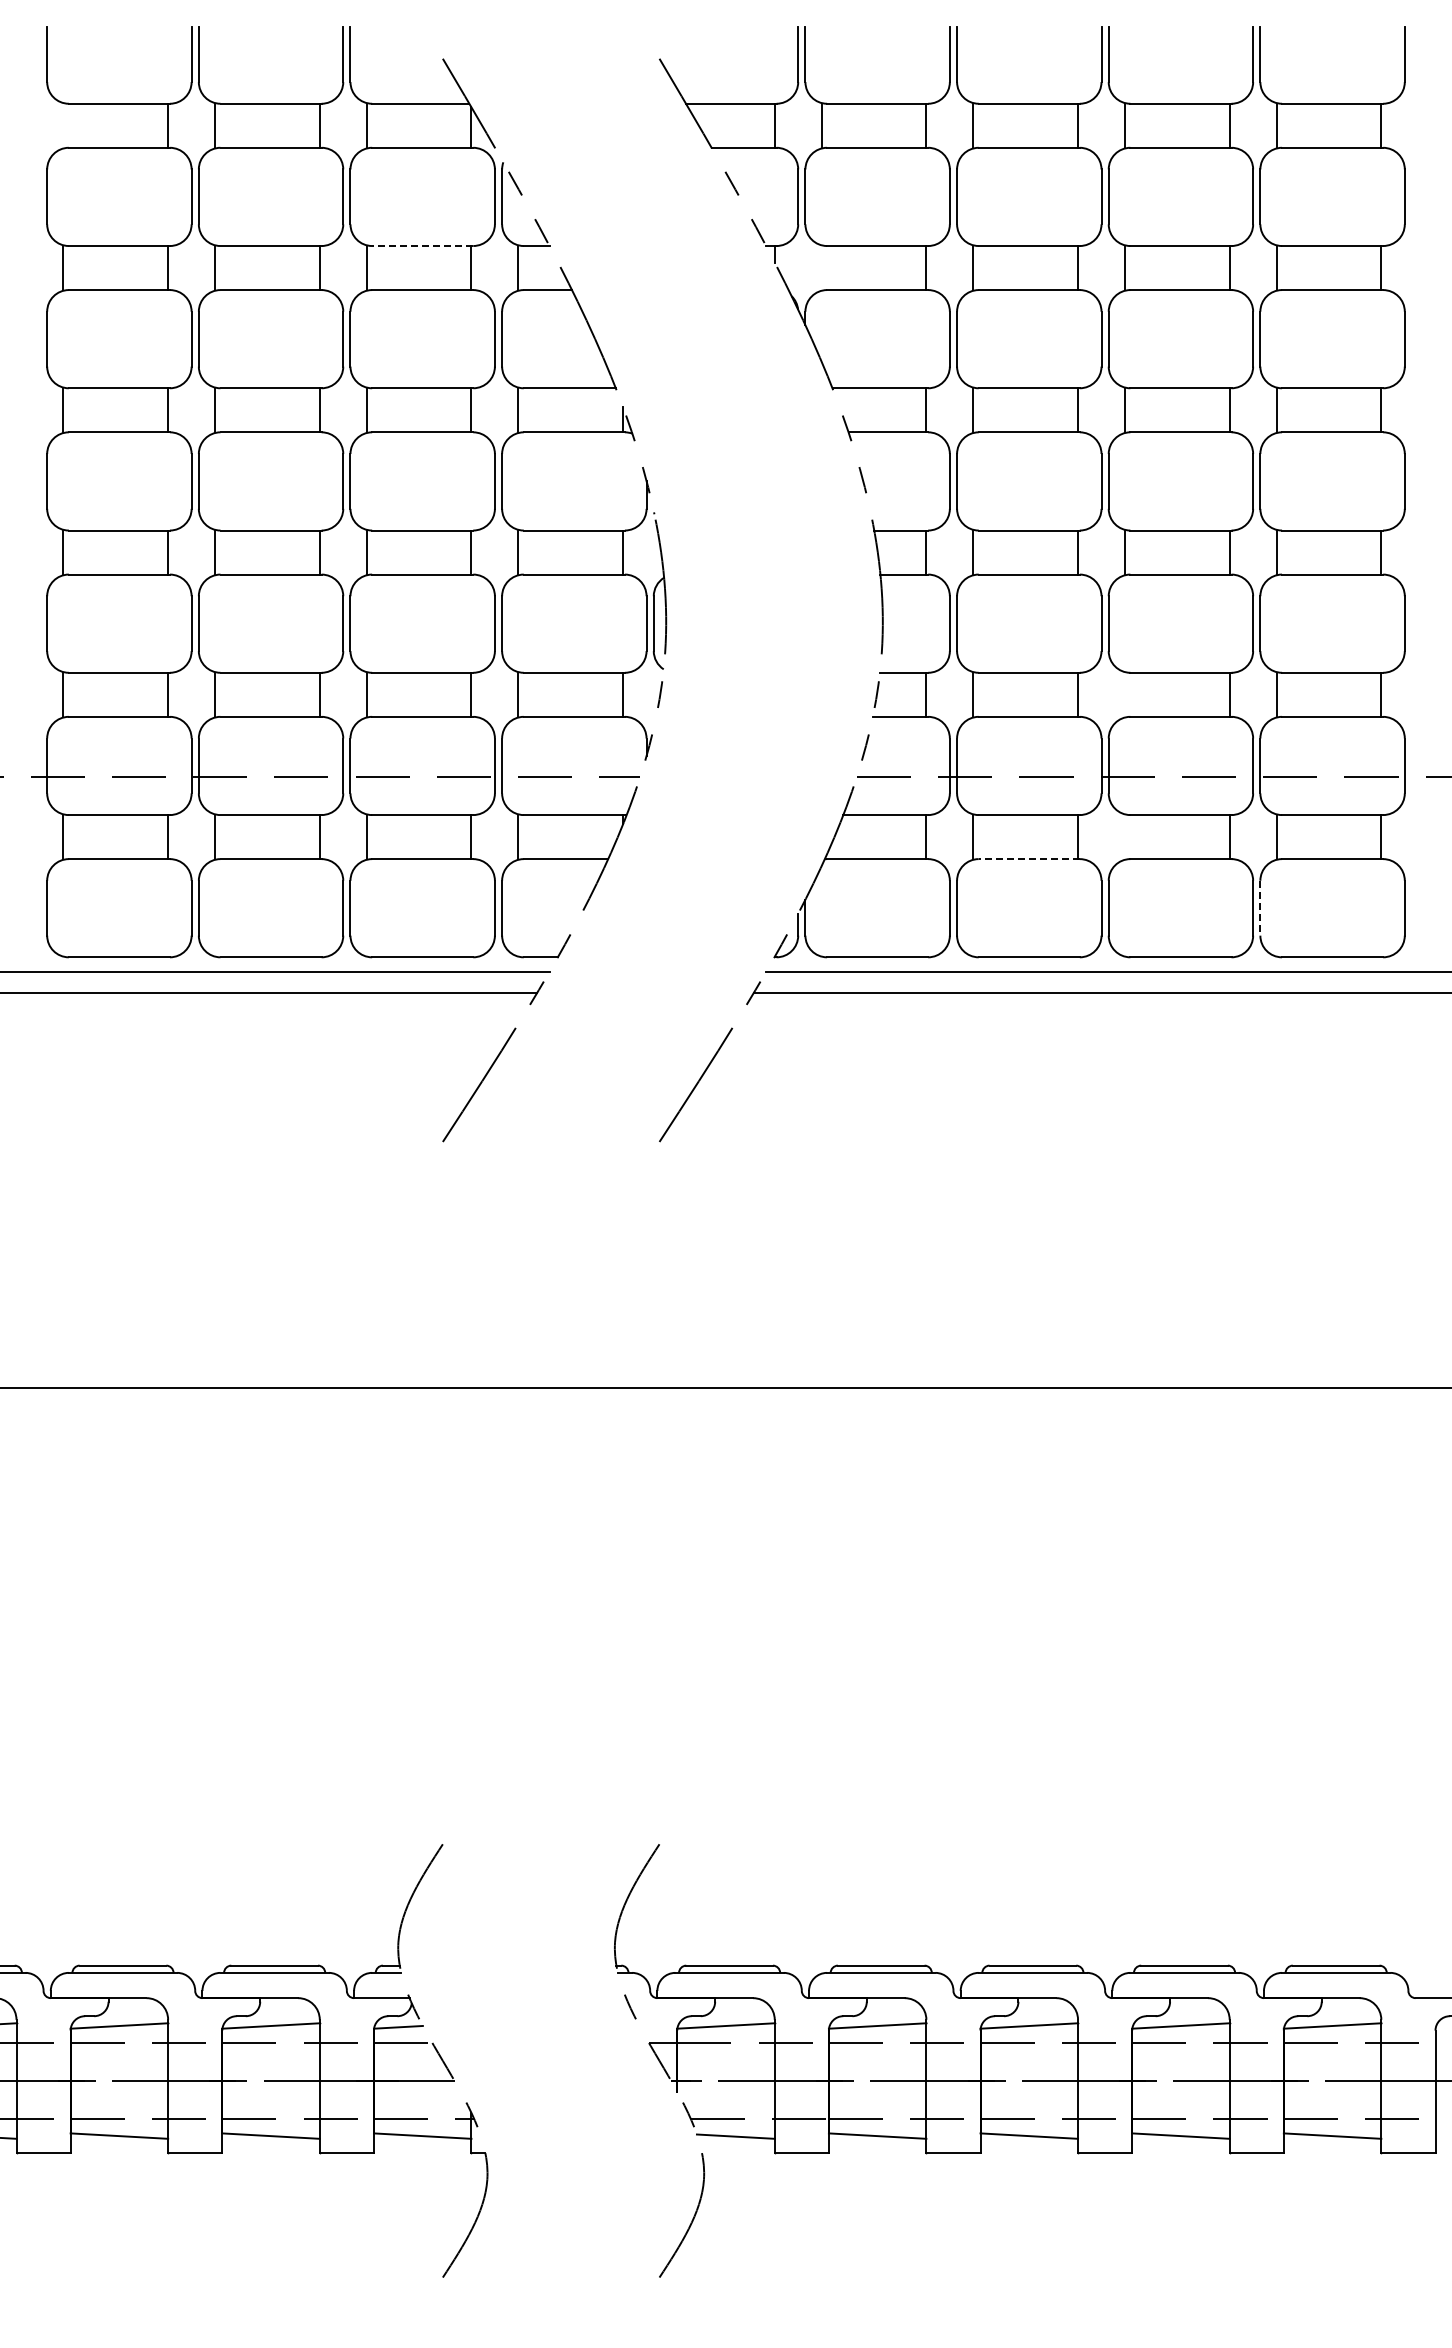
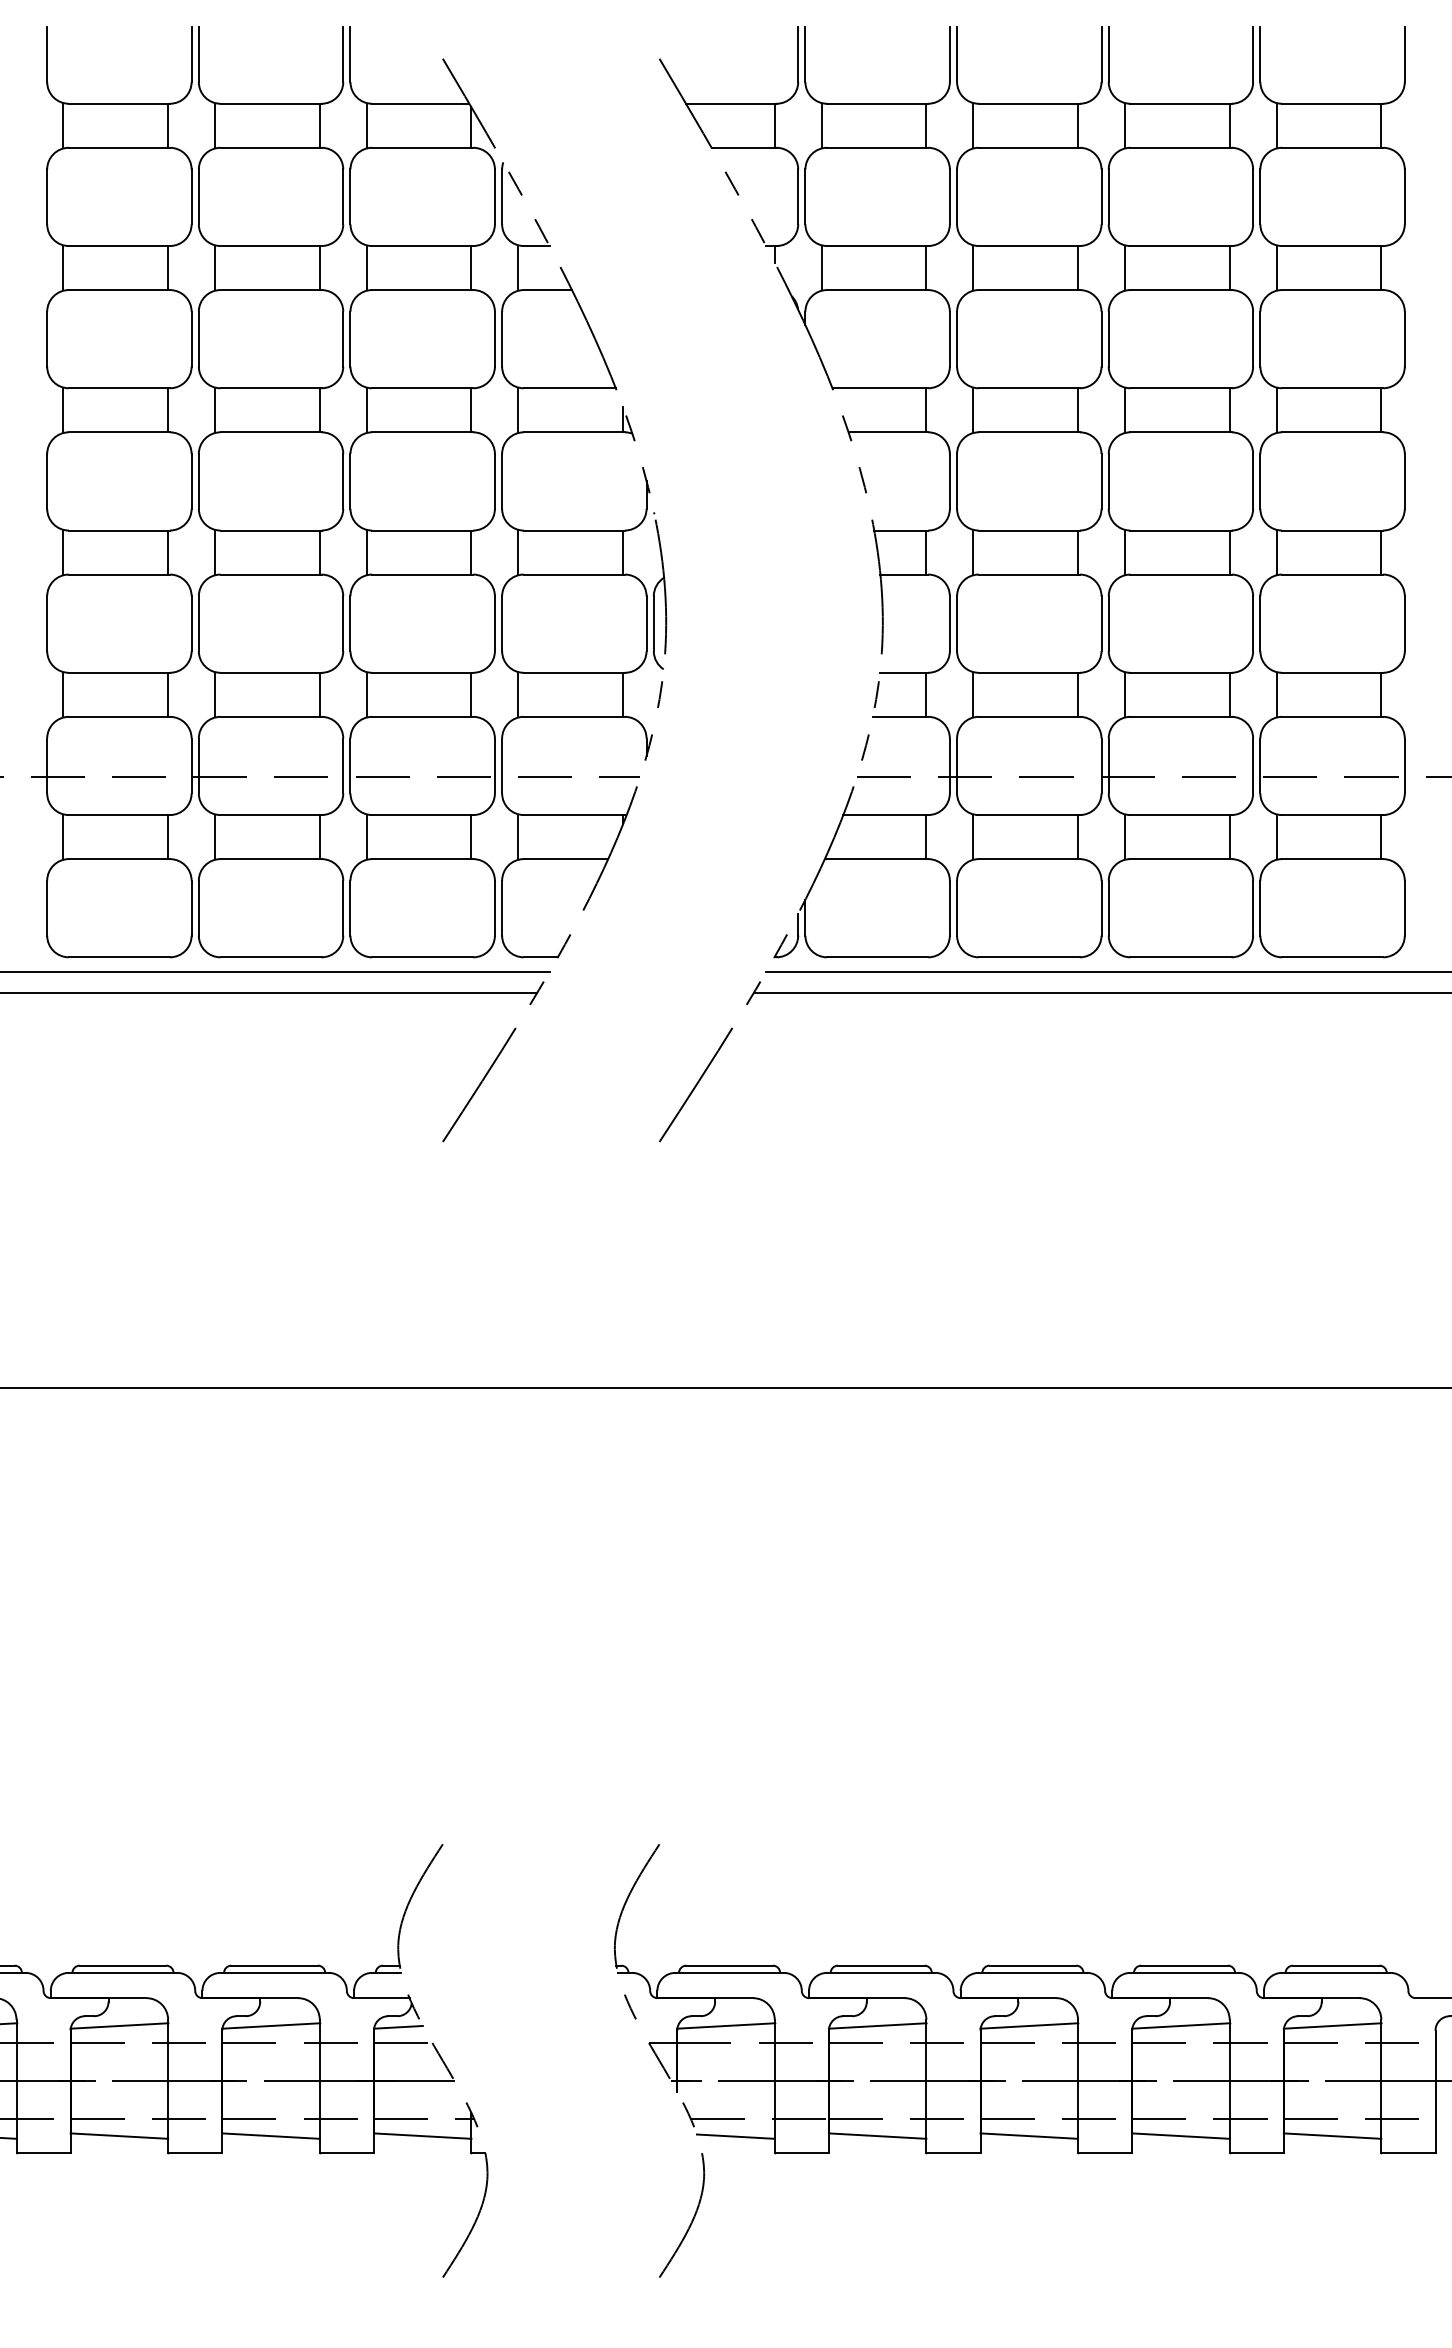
line at (63, 125): none -> present
line at (422, 246): dashed -> solid
line at (821, 268): none -> present
line at (1124, 694): none -> present
line at (1124, 837): none -> present
line at (1029, 859): dashed -> solid
line at (1260, 908): dashed -> solid
